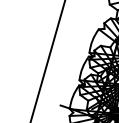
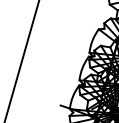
line at (47, 60) position: (47, 60) -> (21, 60)
